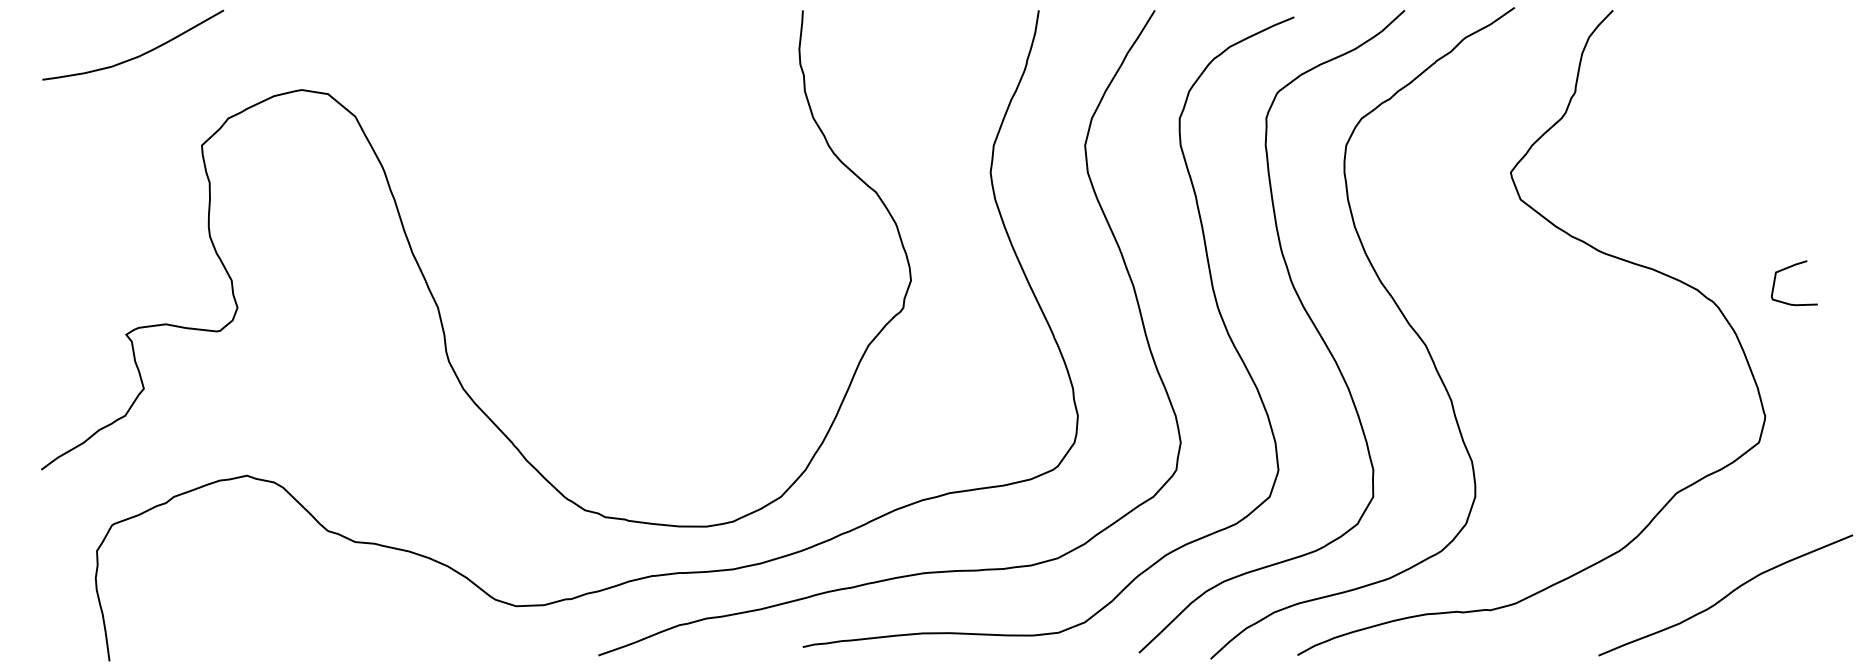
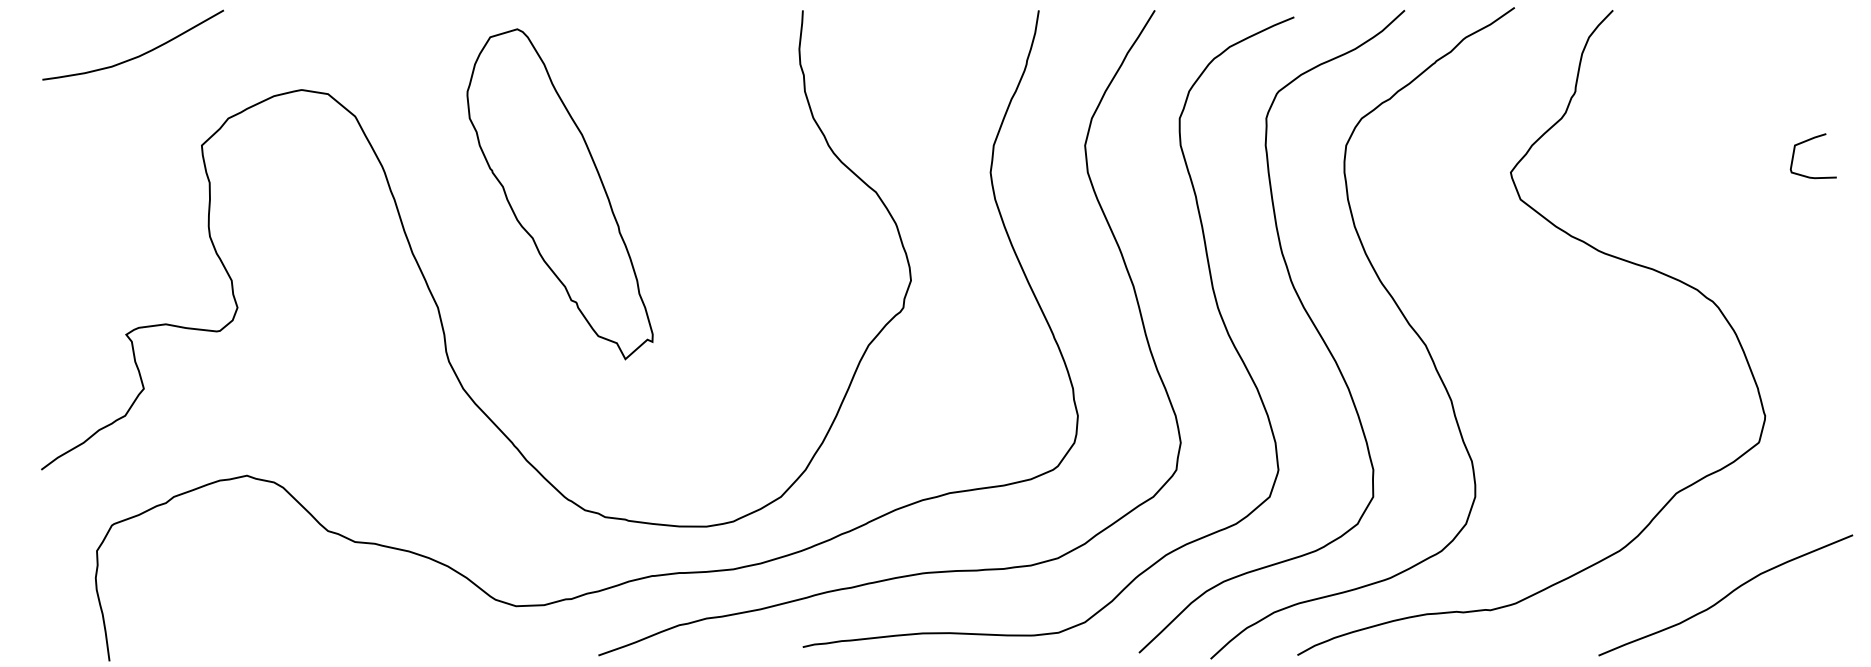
part at (559, 194): none -> present
curve at (1786, 269) position: (1786, 269) -> (1805, 142)
